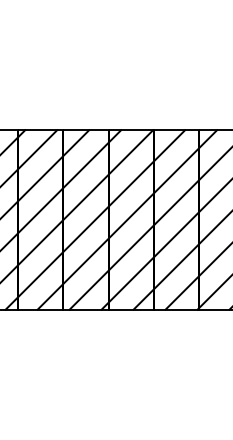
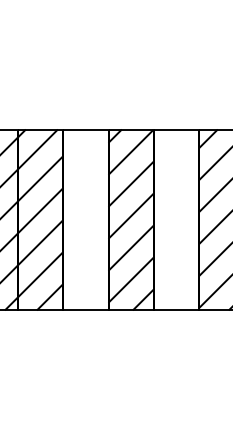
hatch at (85, 219): present -> none
hatch at (175, 219): present -> none
